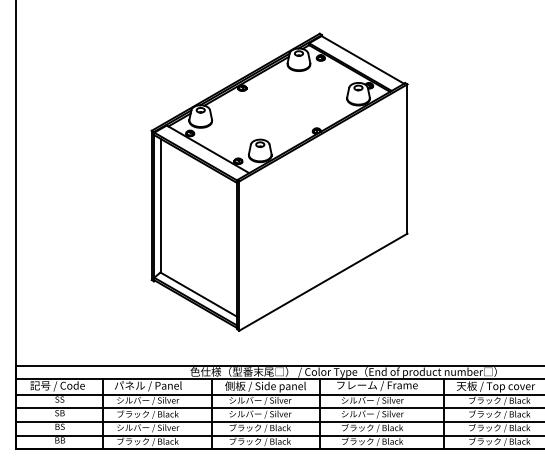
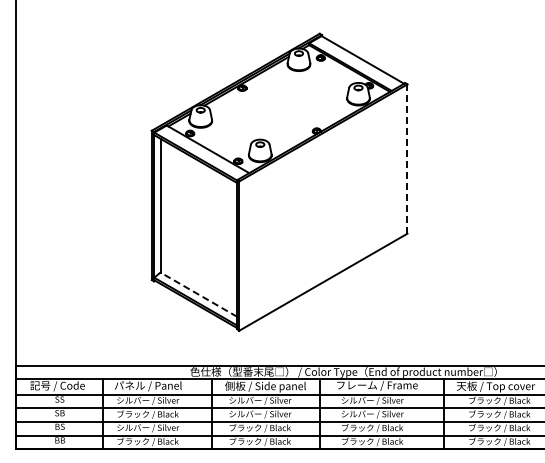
line at (407, 159): solid -> dashed
line at (198, 294): solid -> dashed
